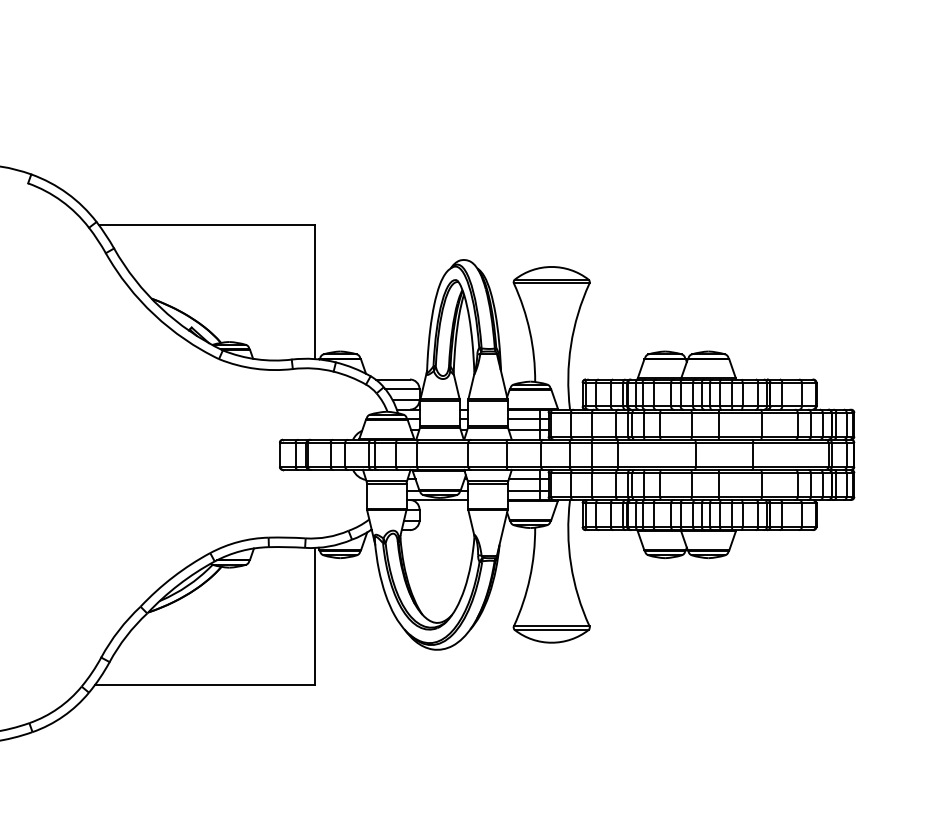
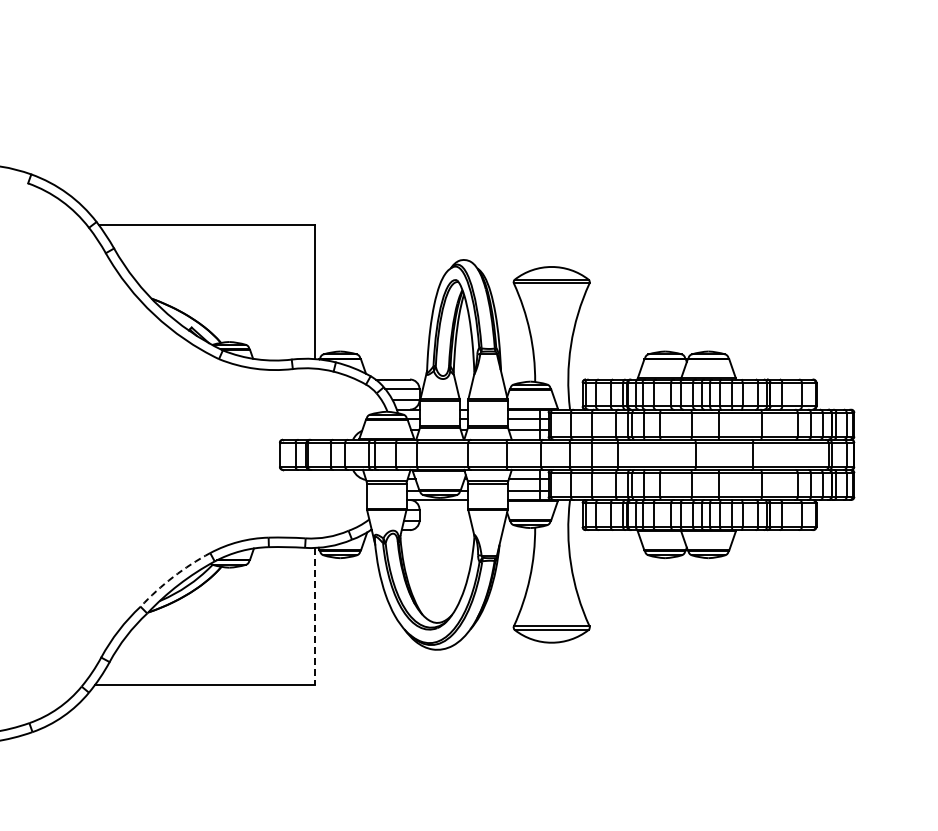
arc at (173, 577): solid -> dashed
line at (315, 616): solid -> dashed
